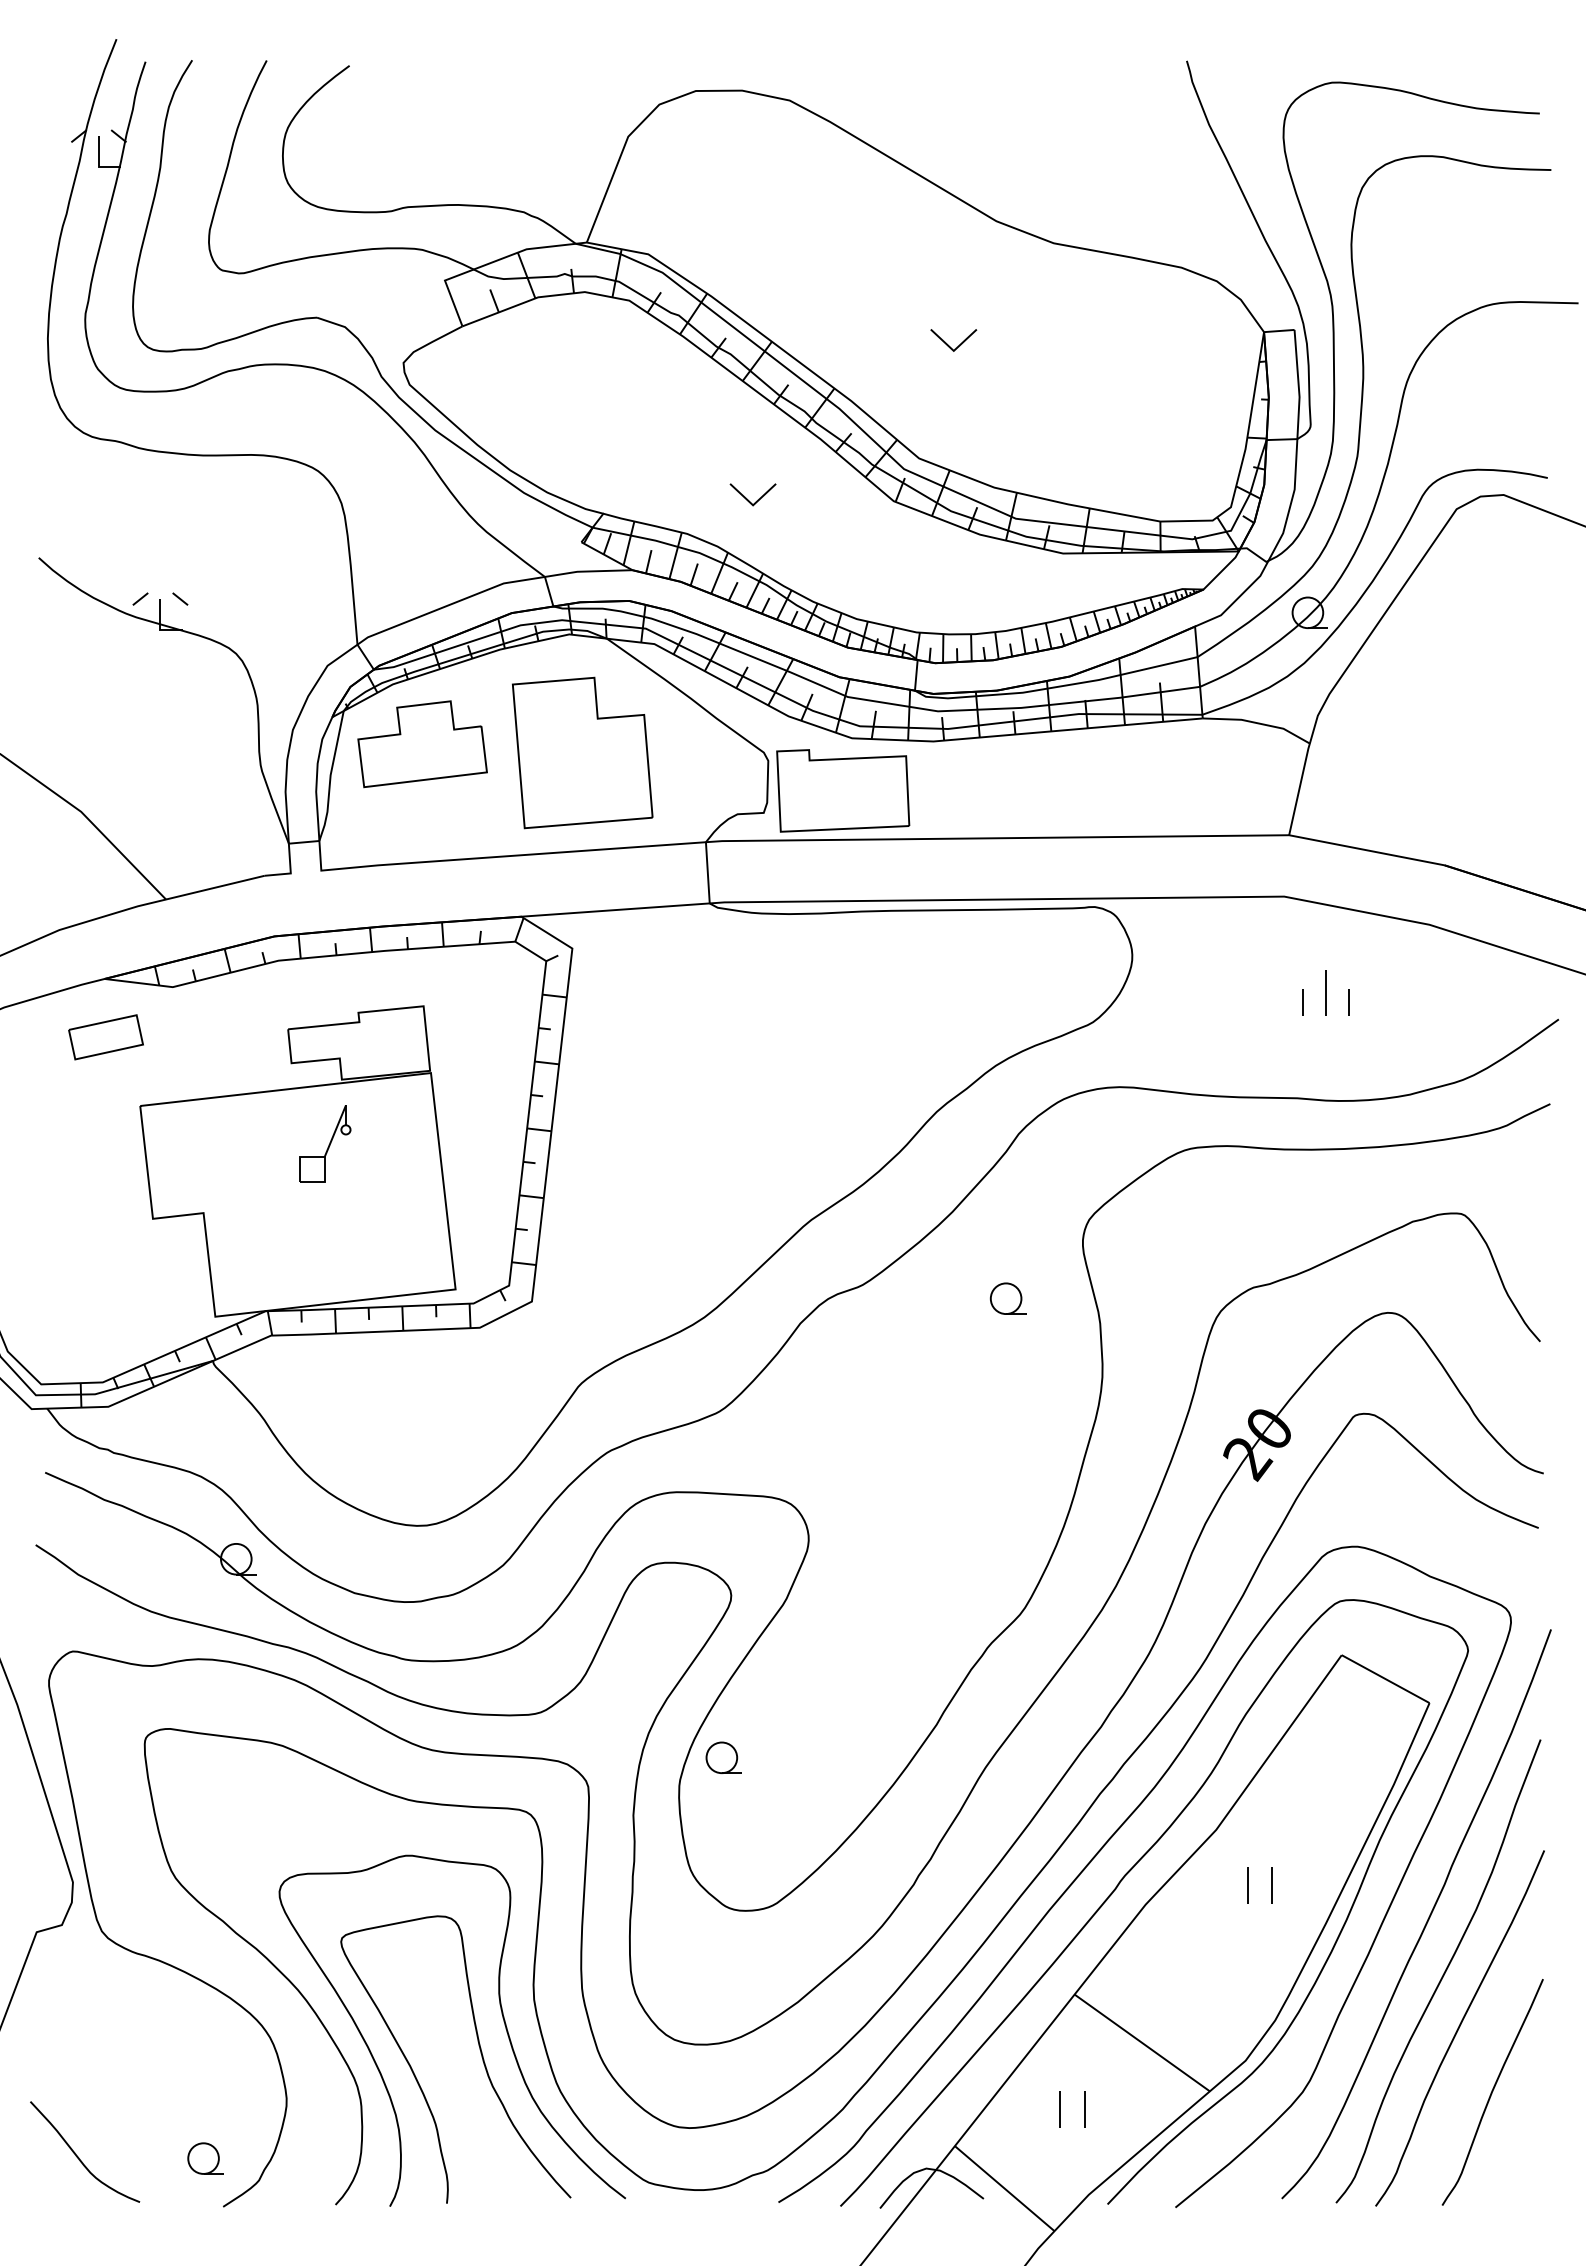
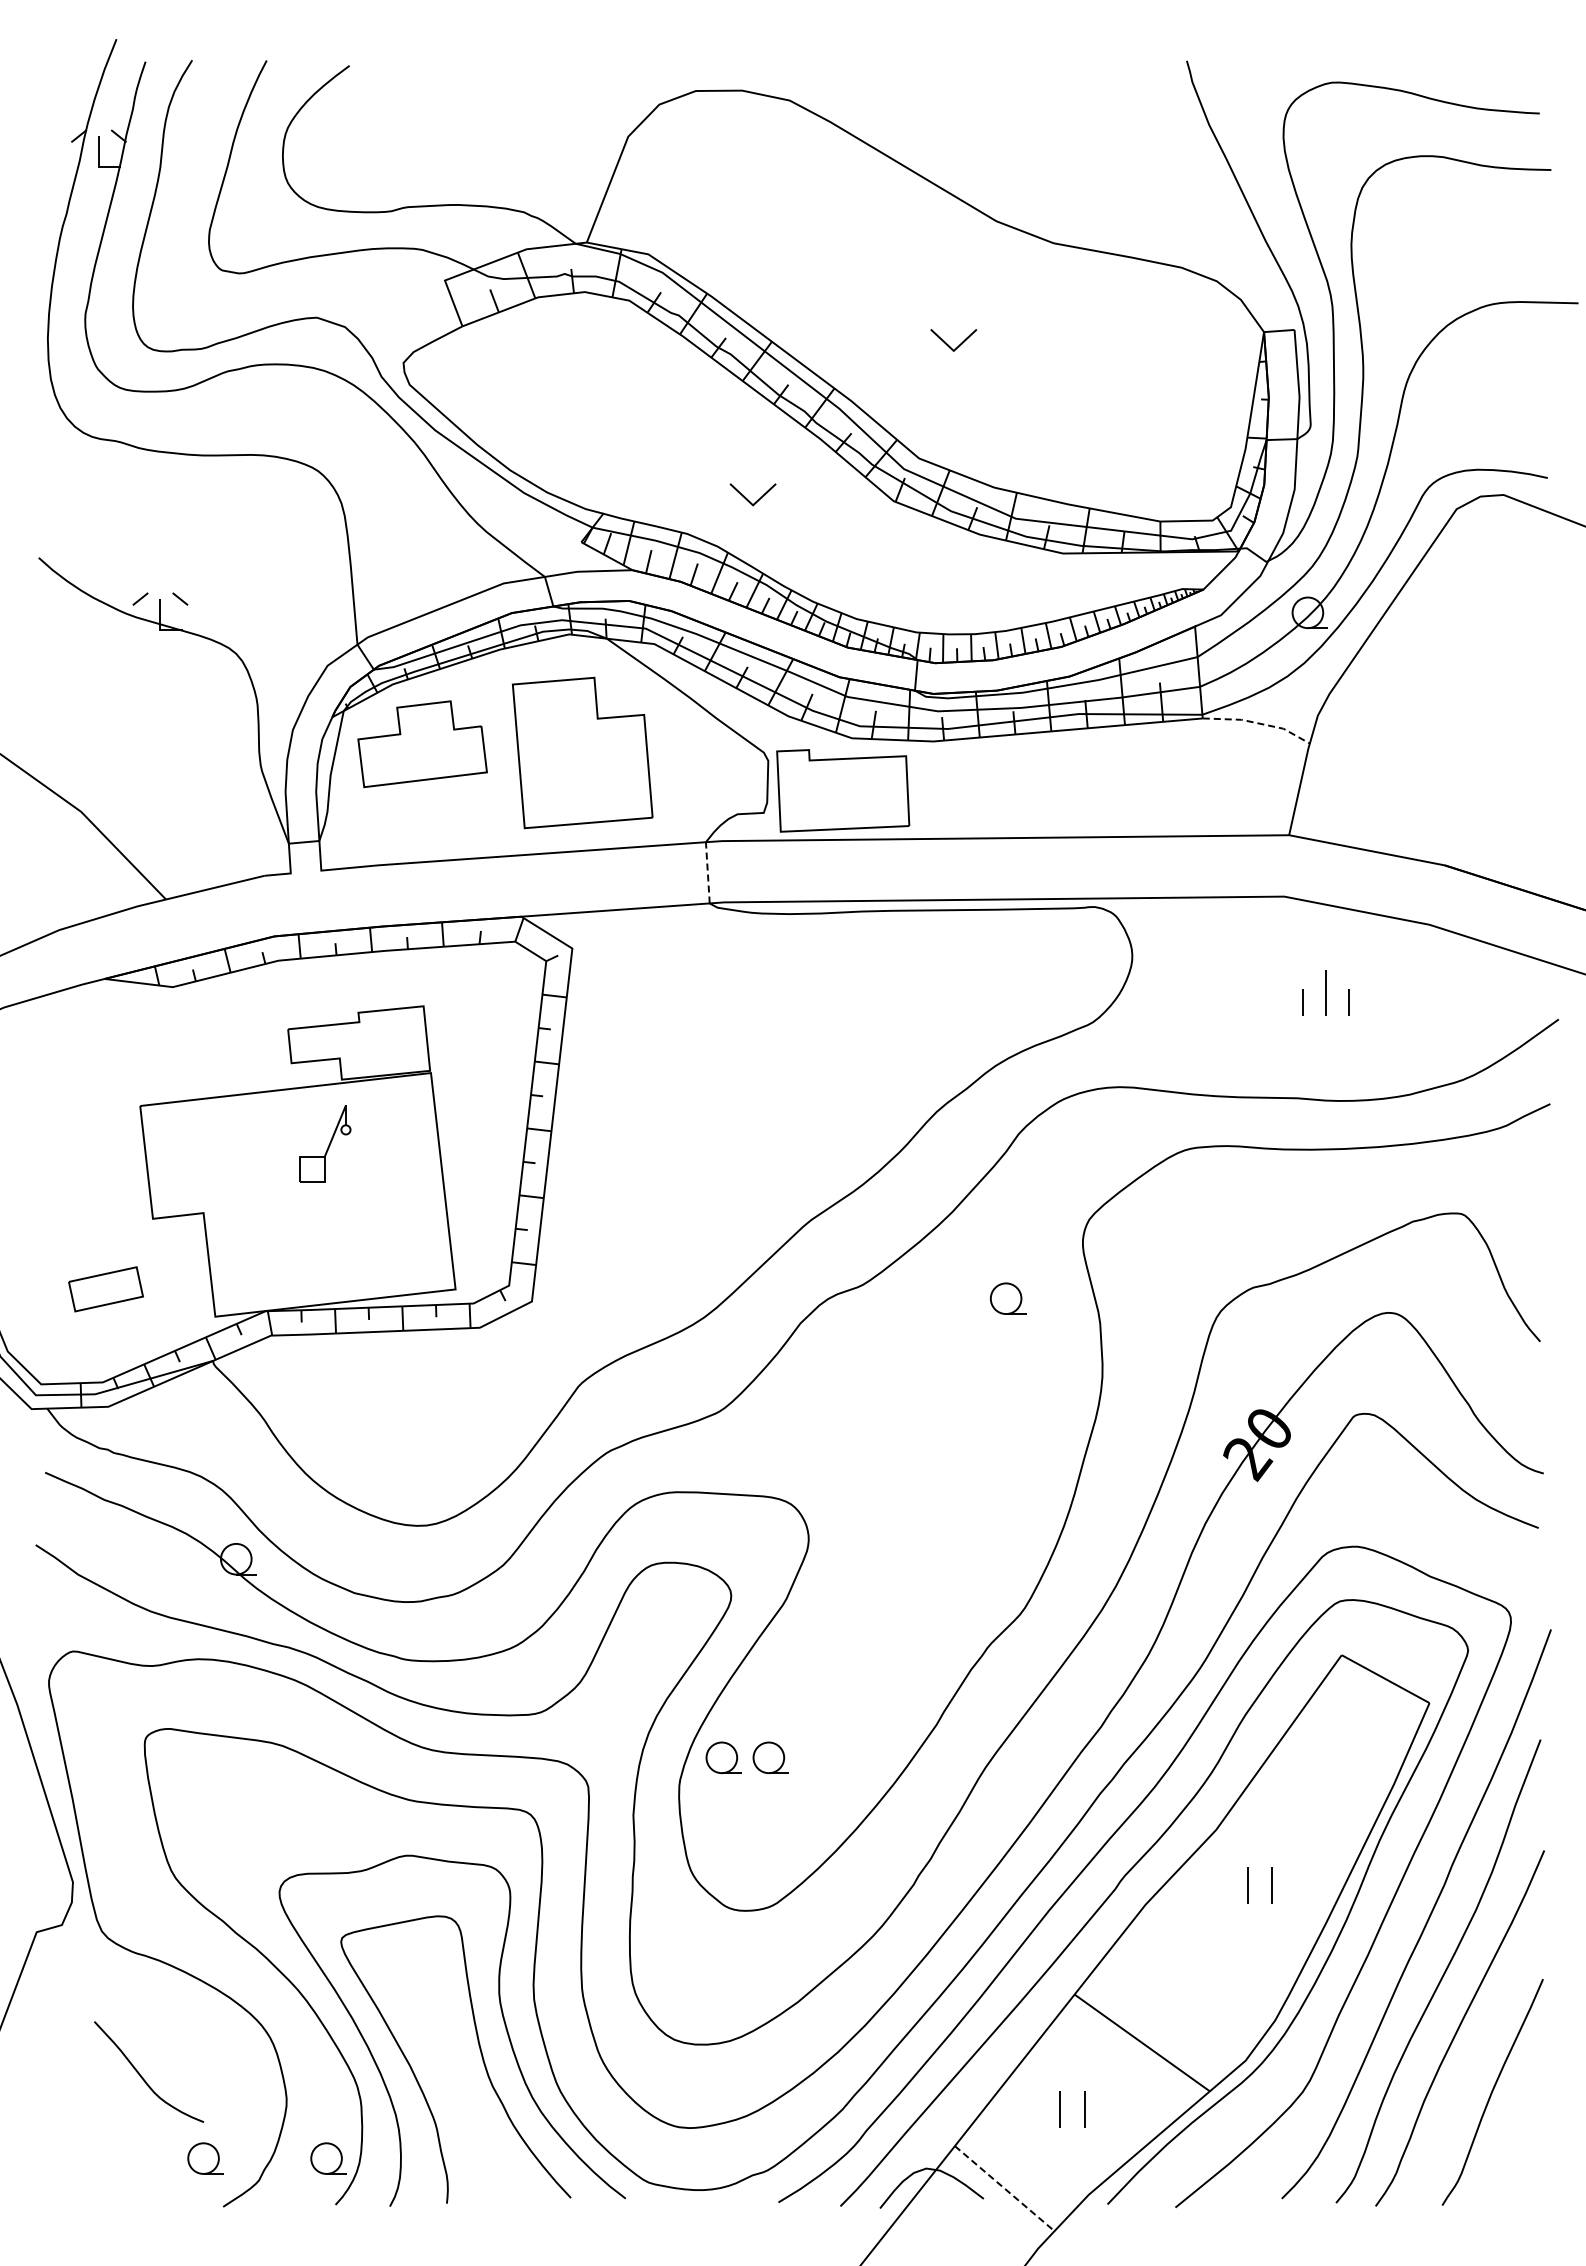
line at (1259, 723): solid -> dashed
line at (707, 872): solid -> dashed
part at (105, 1037) position: (105, 1037) -> (105, 1289)
part at (770, 1757): none -> present
curve at (79, 2157) position: (79, 2157) -> (143, 2077)
part at (328, 2158): none -> present
line at (1005, 2188): solid -> dashed
